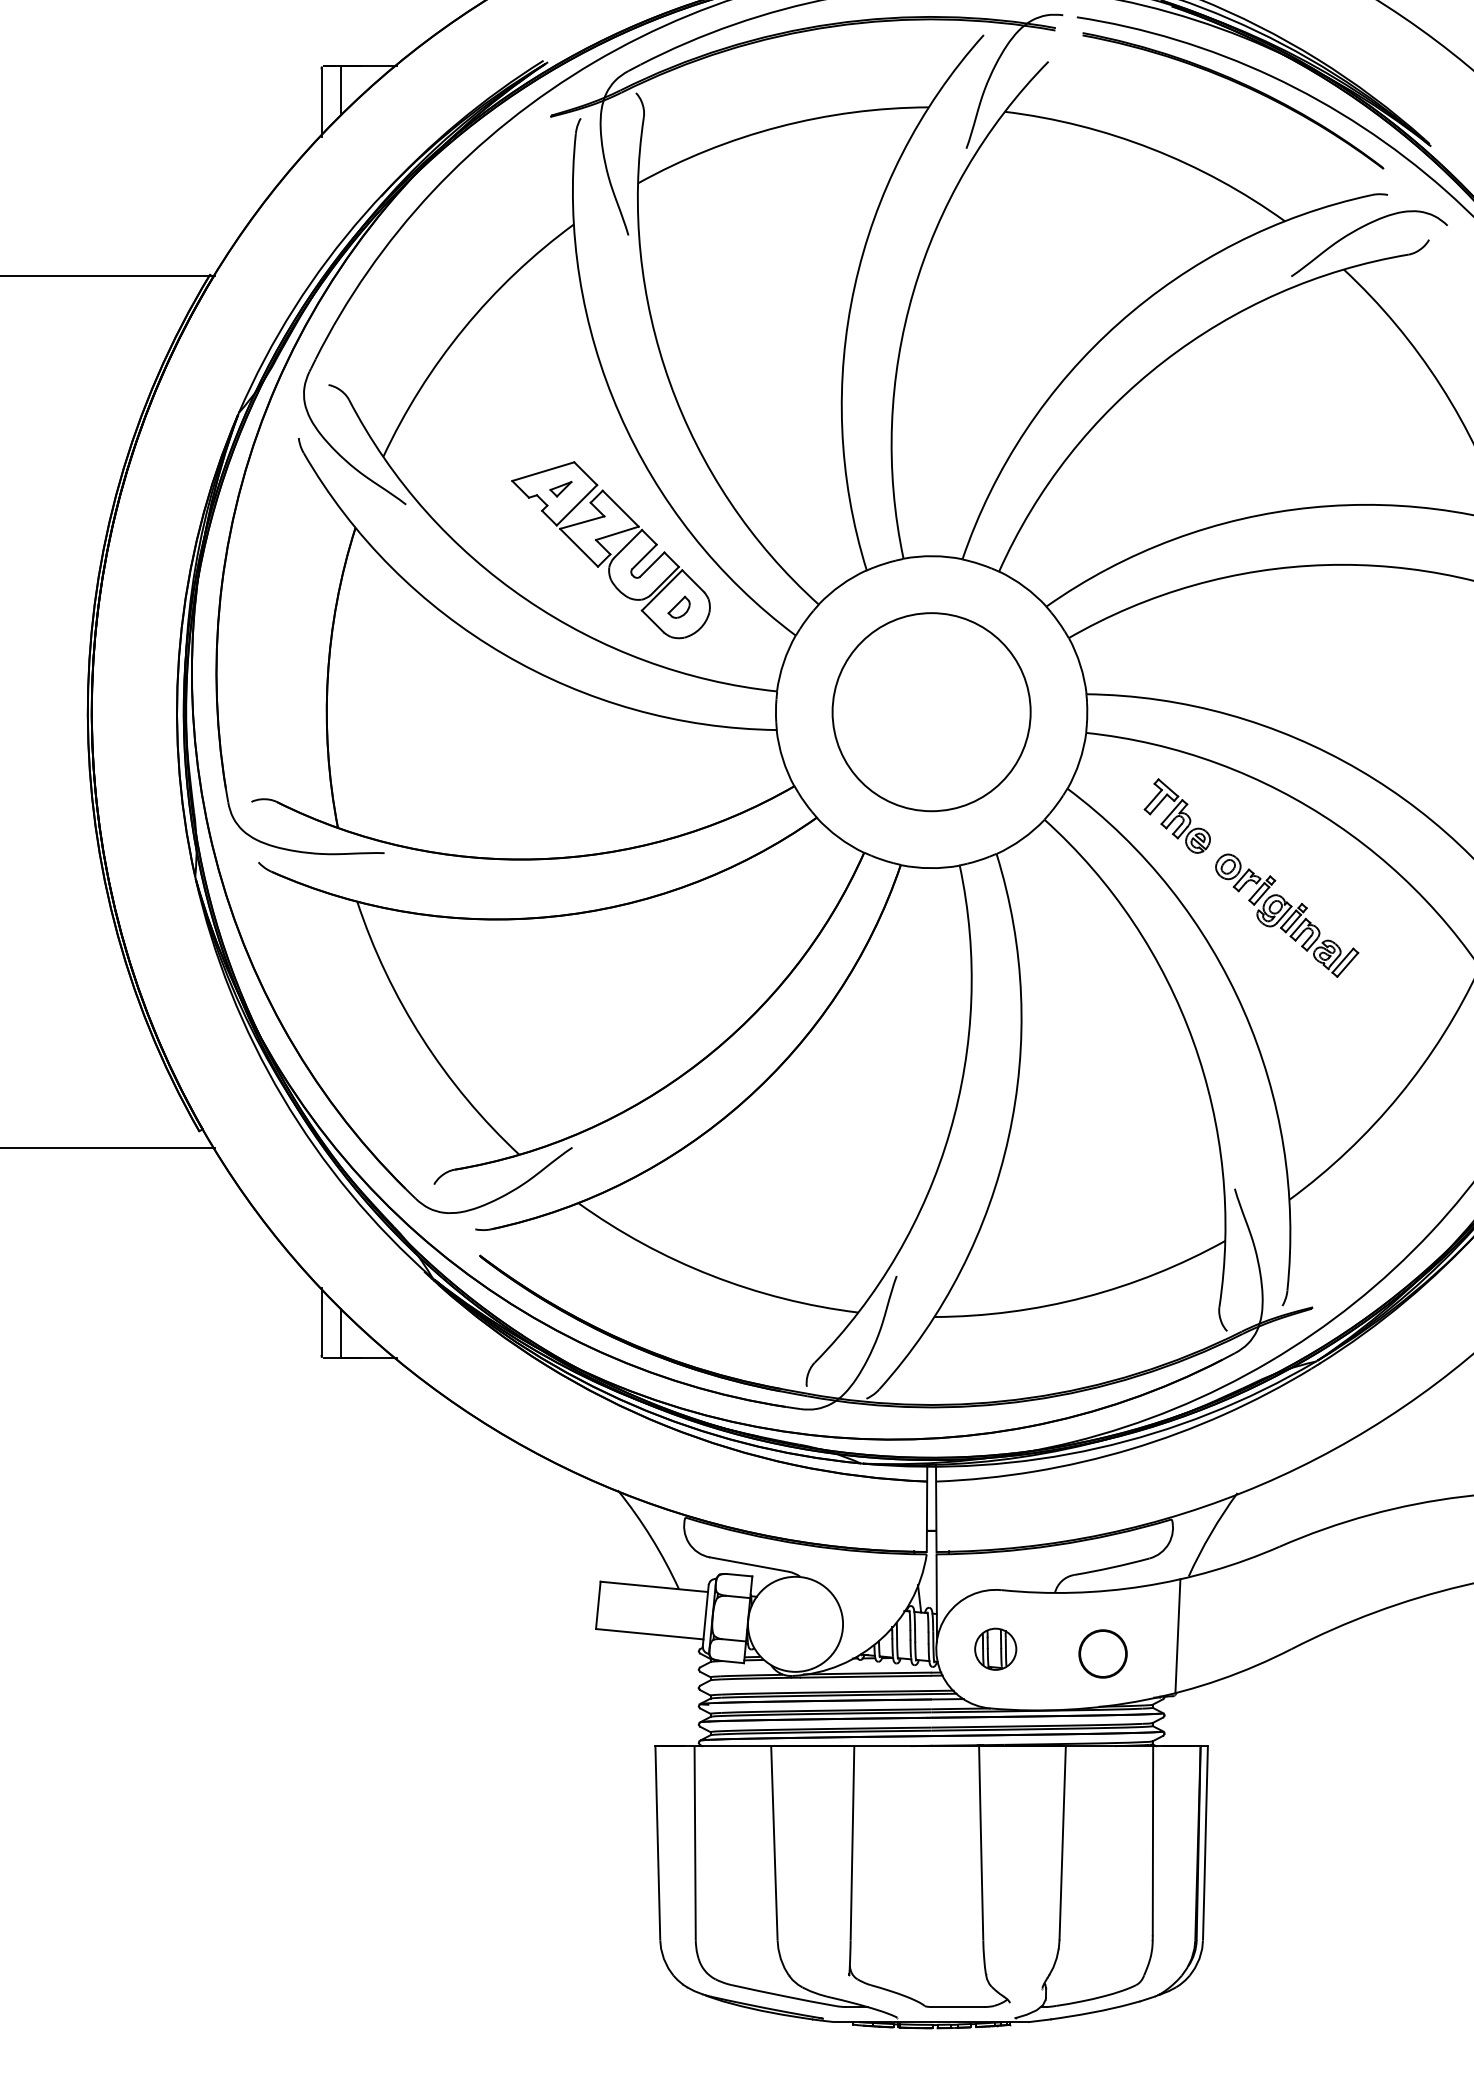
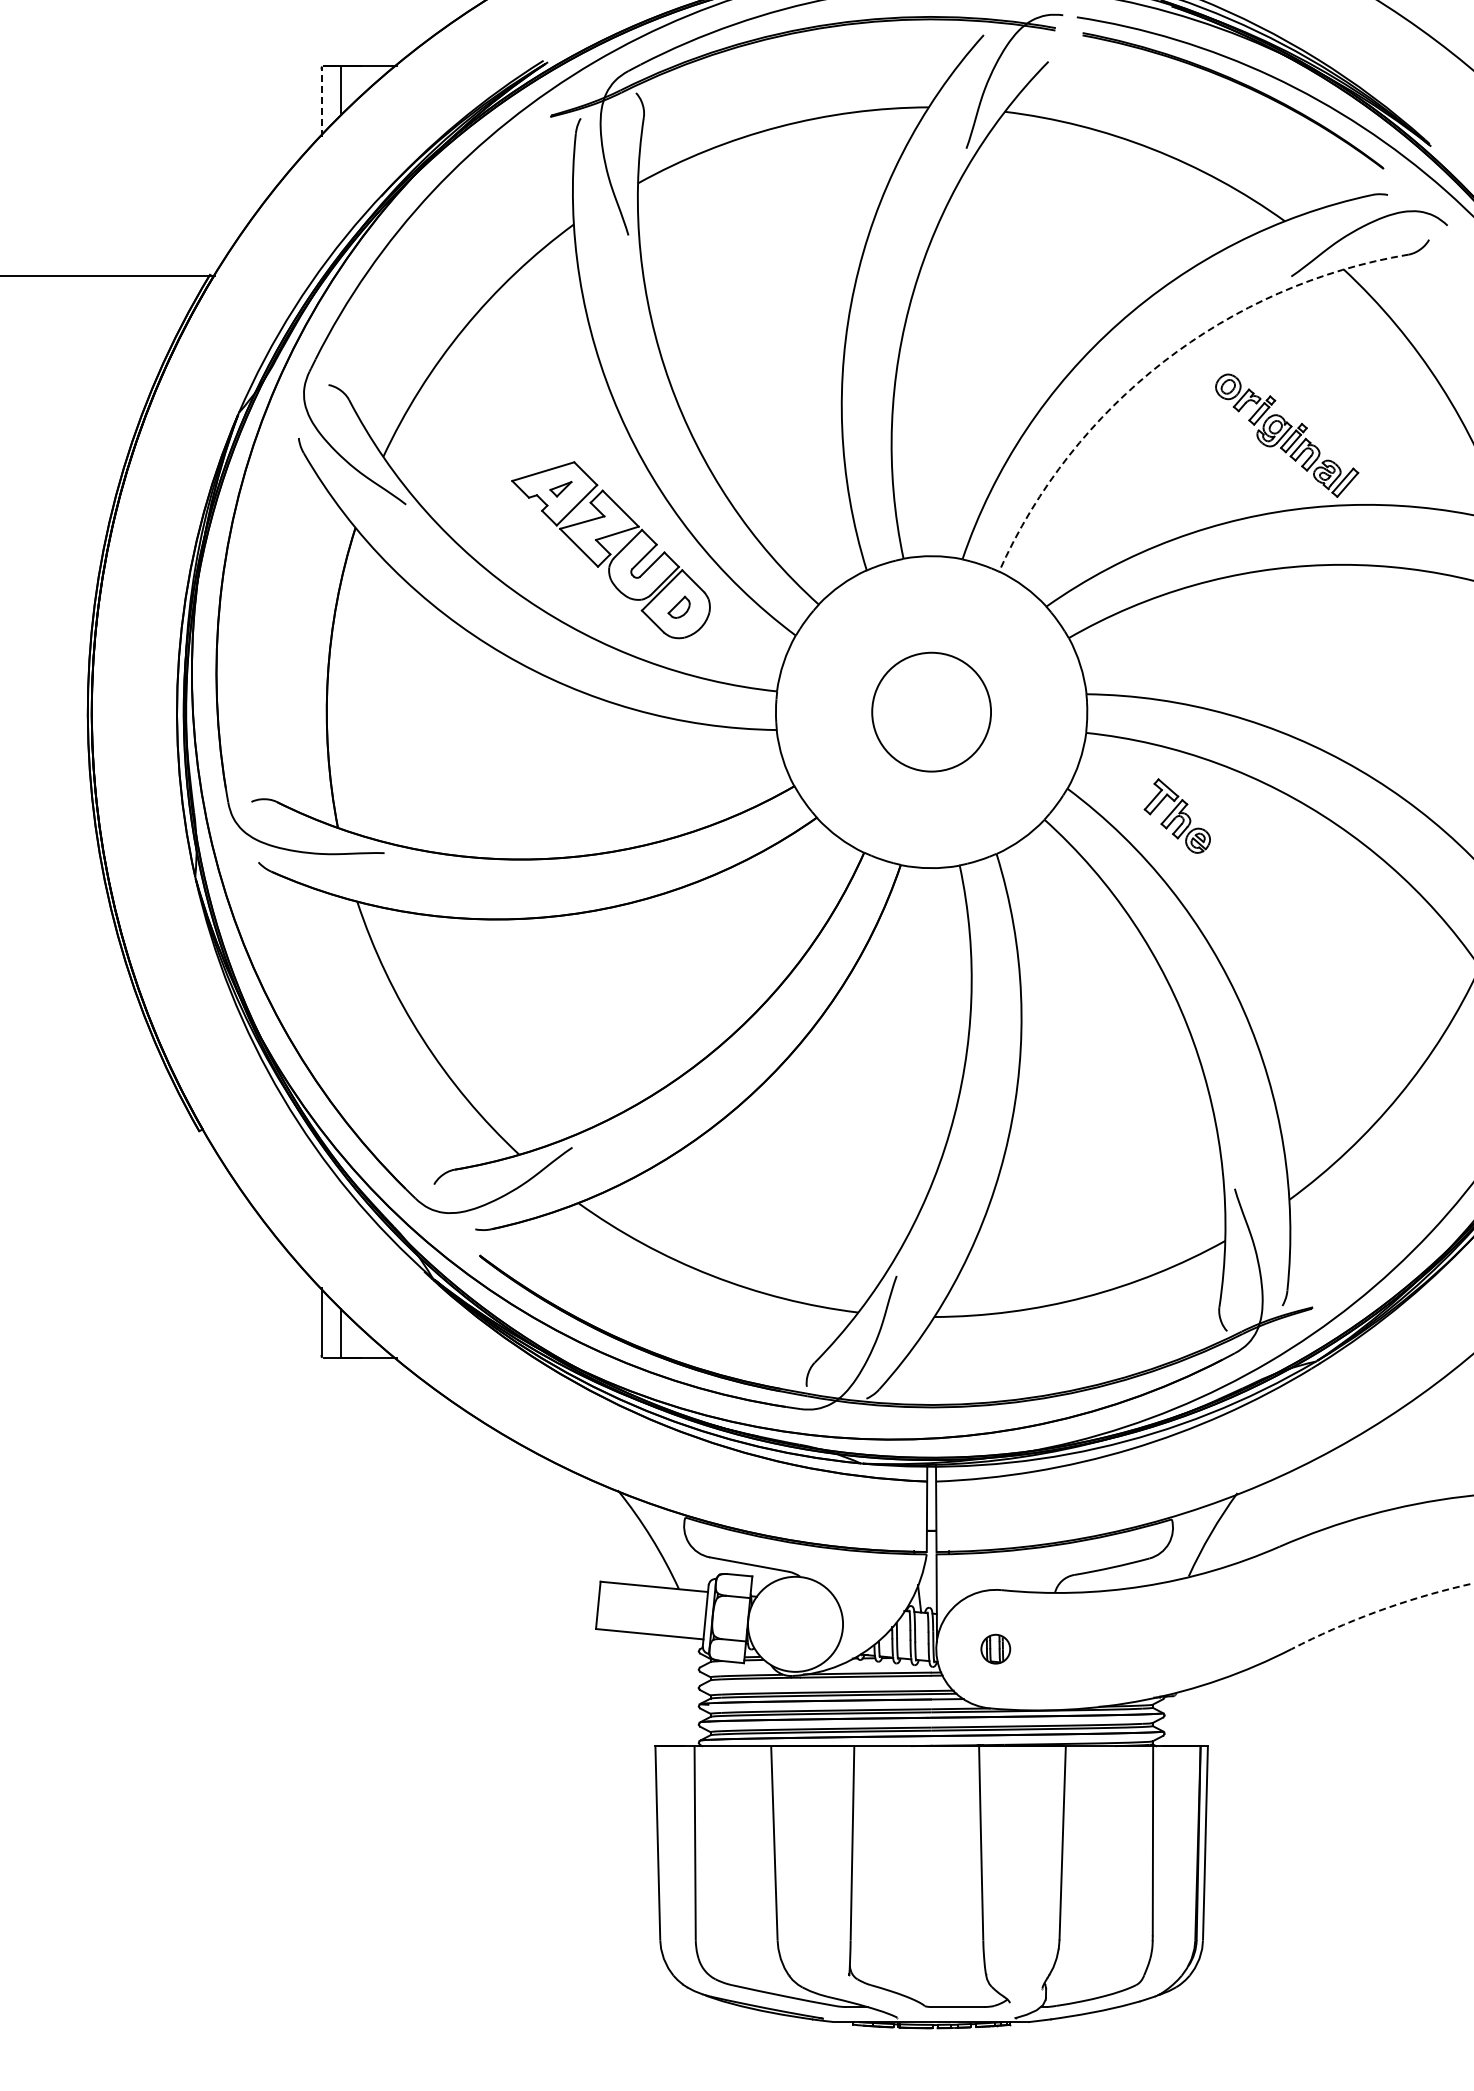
line at (321, 102): solid -> dashed
arc at (1163, 361): solid -> dashed
circle at (931, 712) diameter: 198 px -> 119 px
part at (1287, 915) position: (1287, 915) -> (1287, 435)
line at (108, 1147): present -> none
arc at (1380, 1610): solid -> dashed
line at (1177, 1636): present -> none
part at (995, 1648) size: 44x44 px -> 32x32 px
circle at (1102, 1653): present -> none
